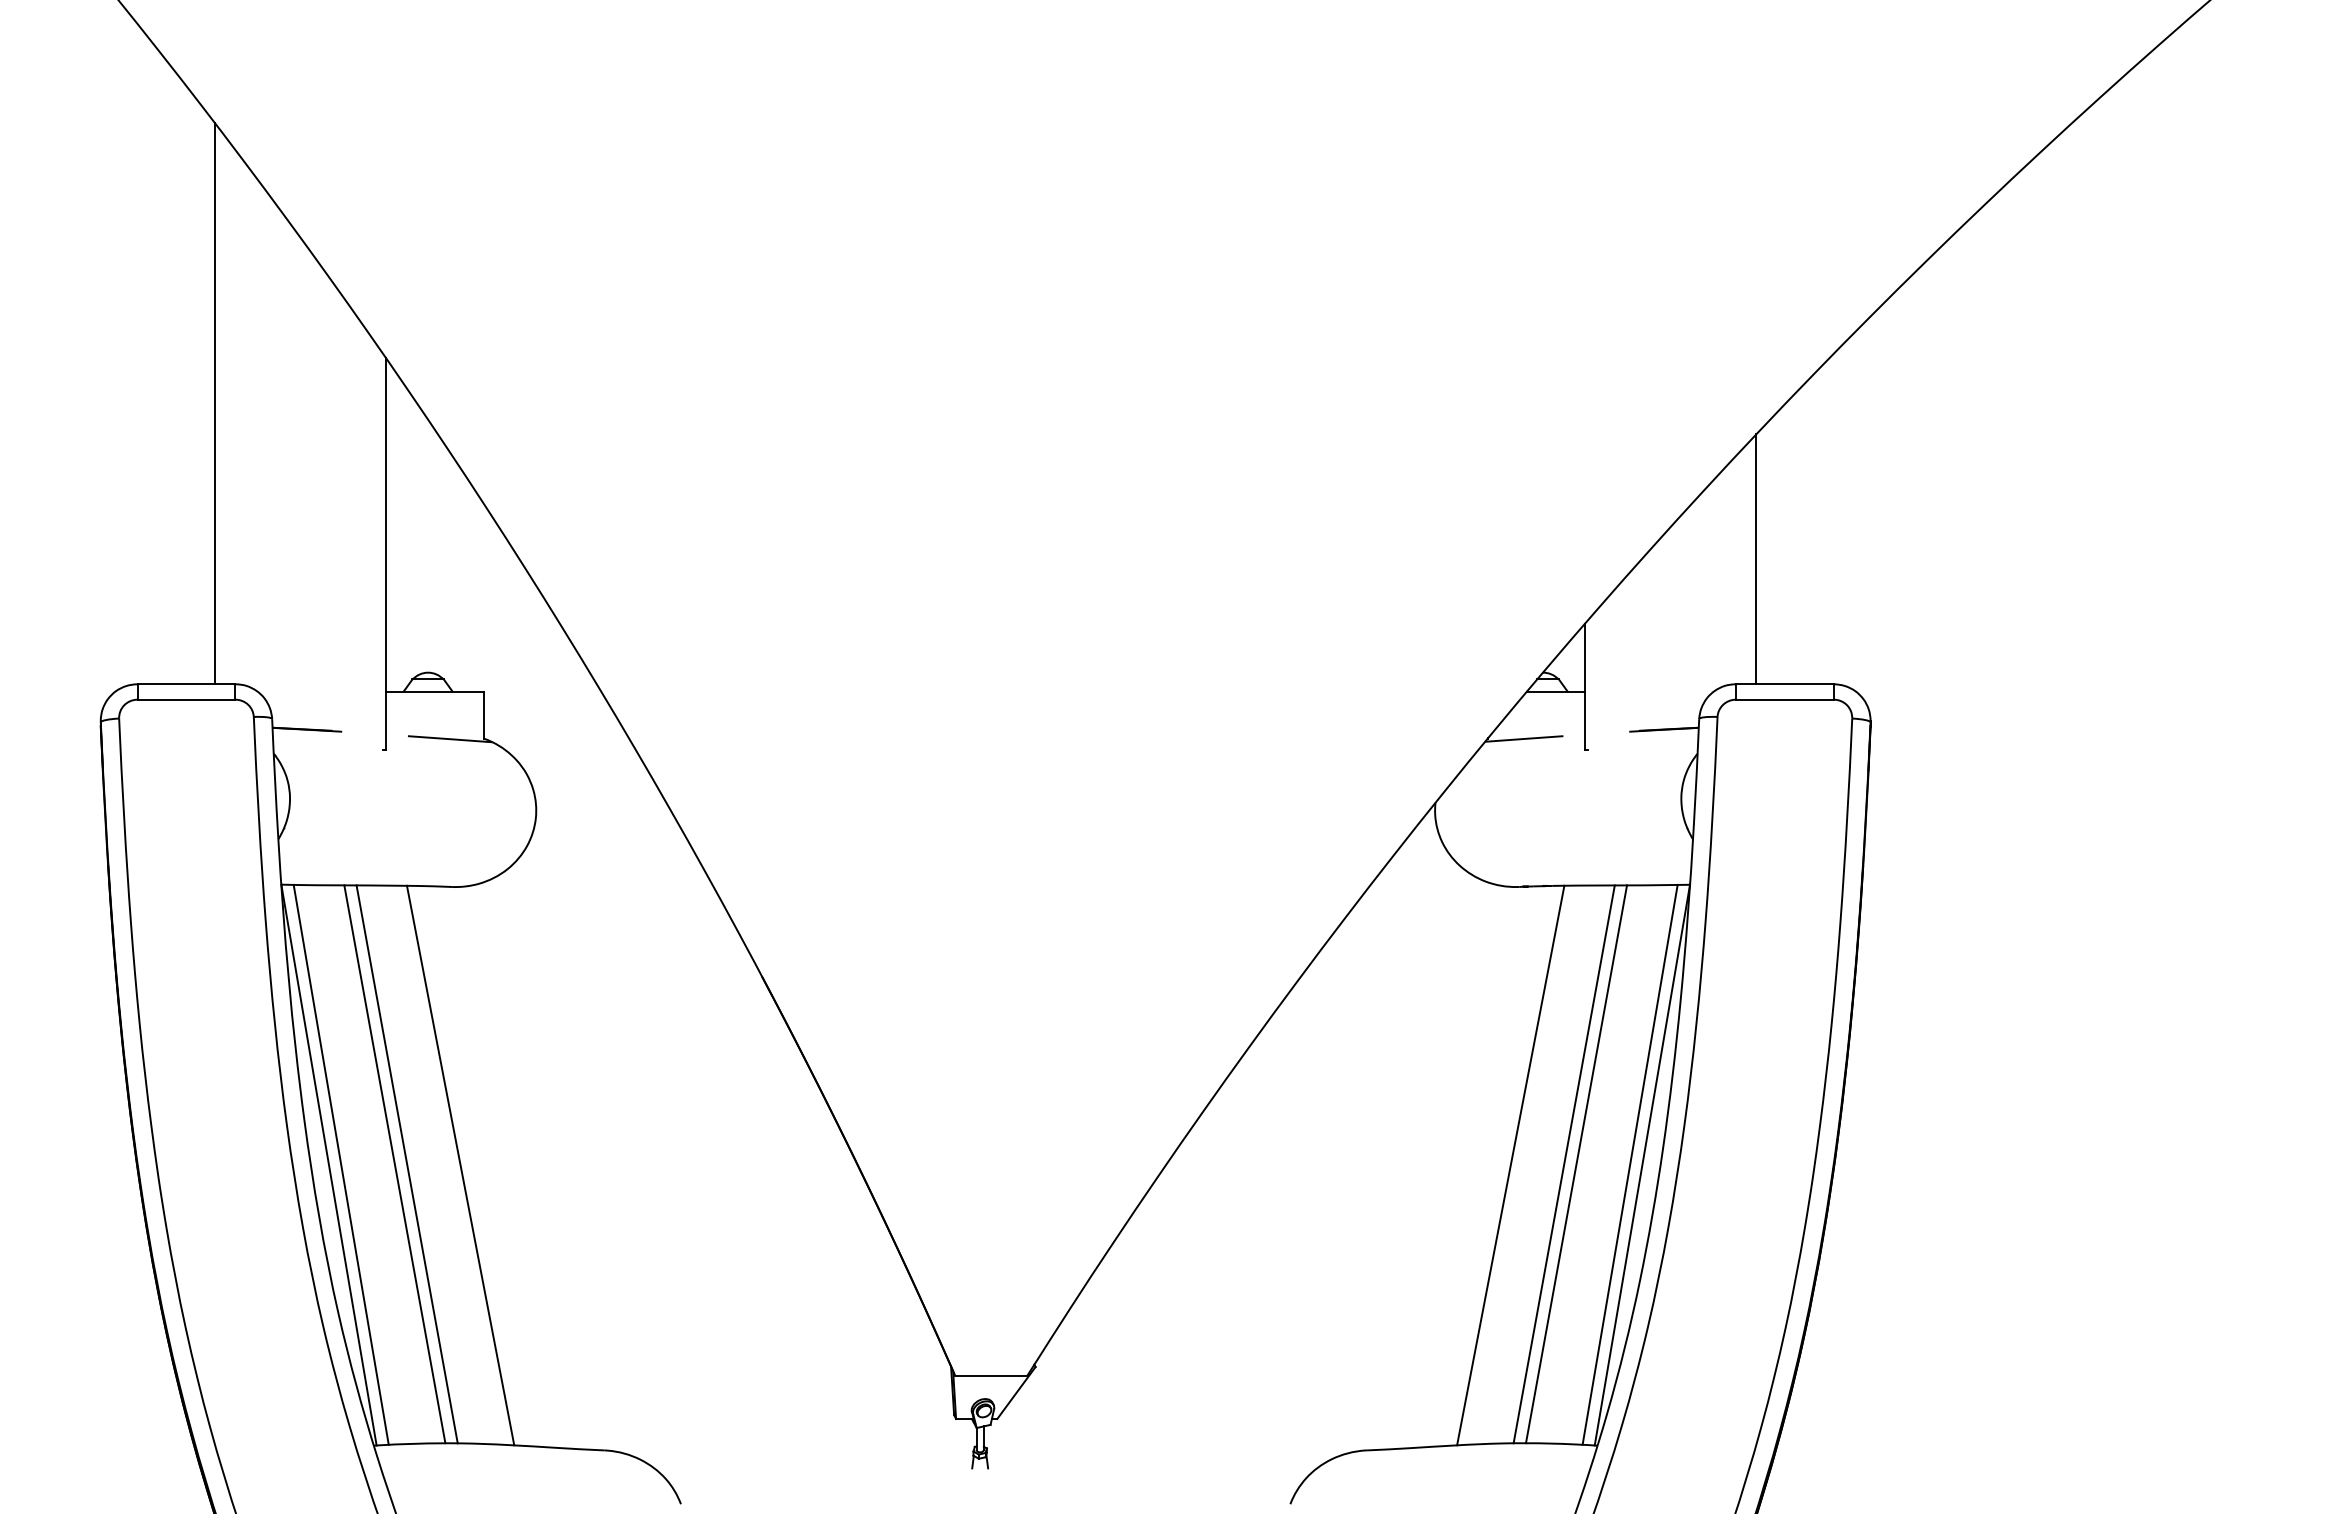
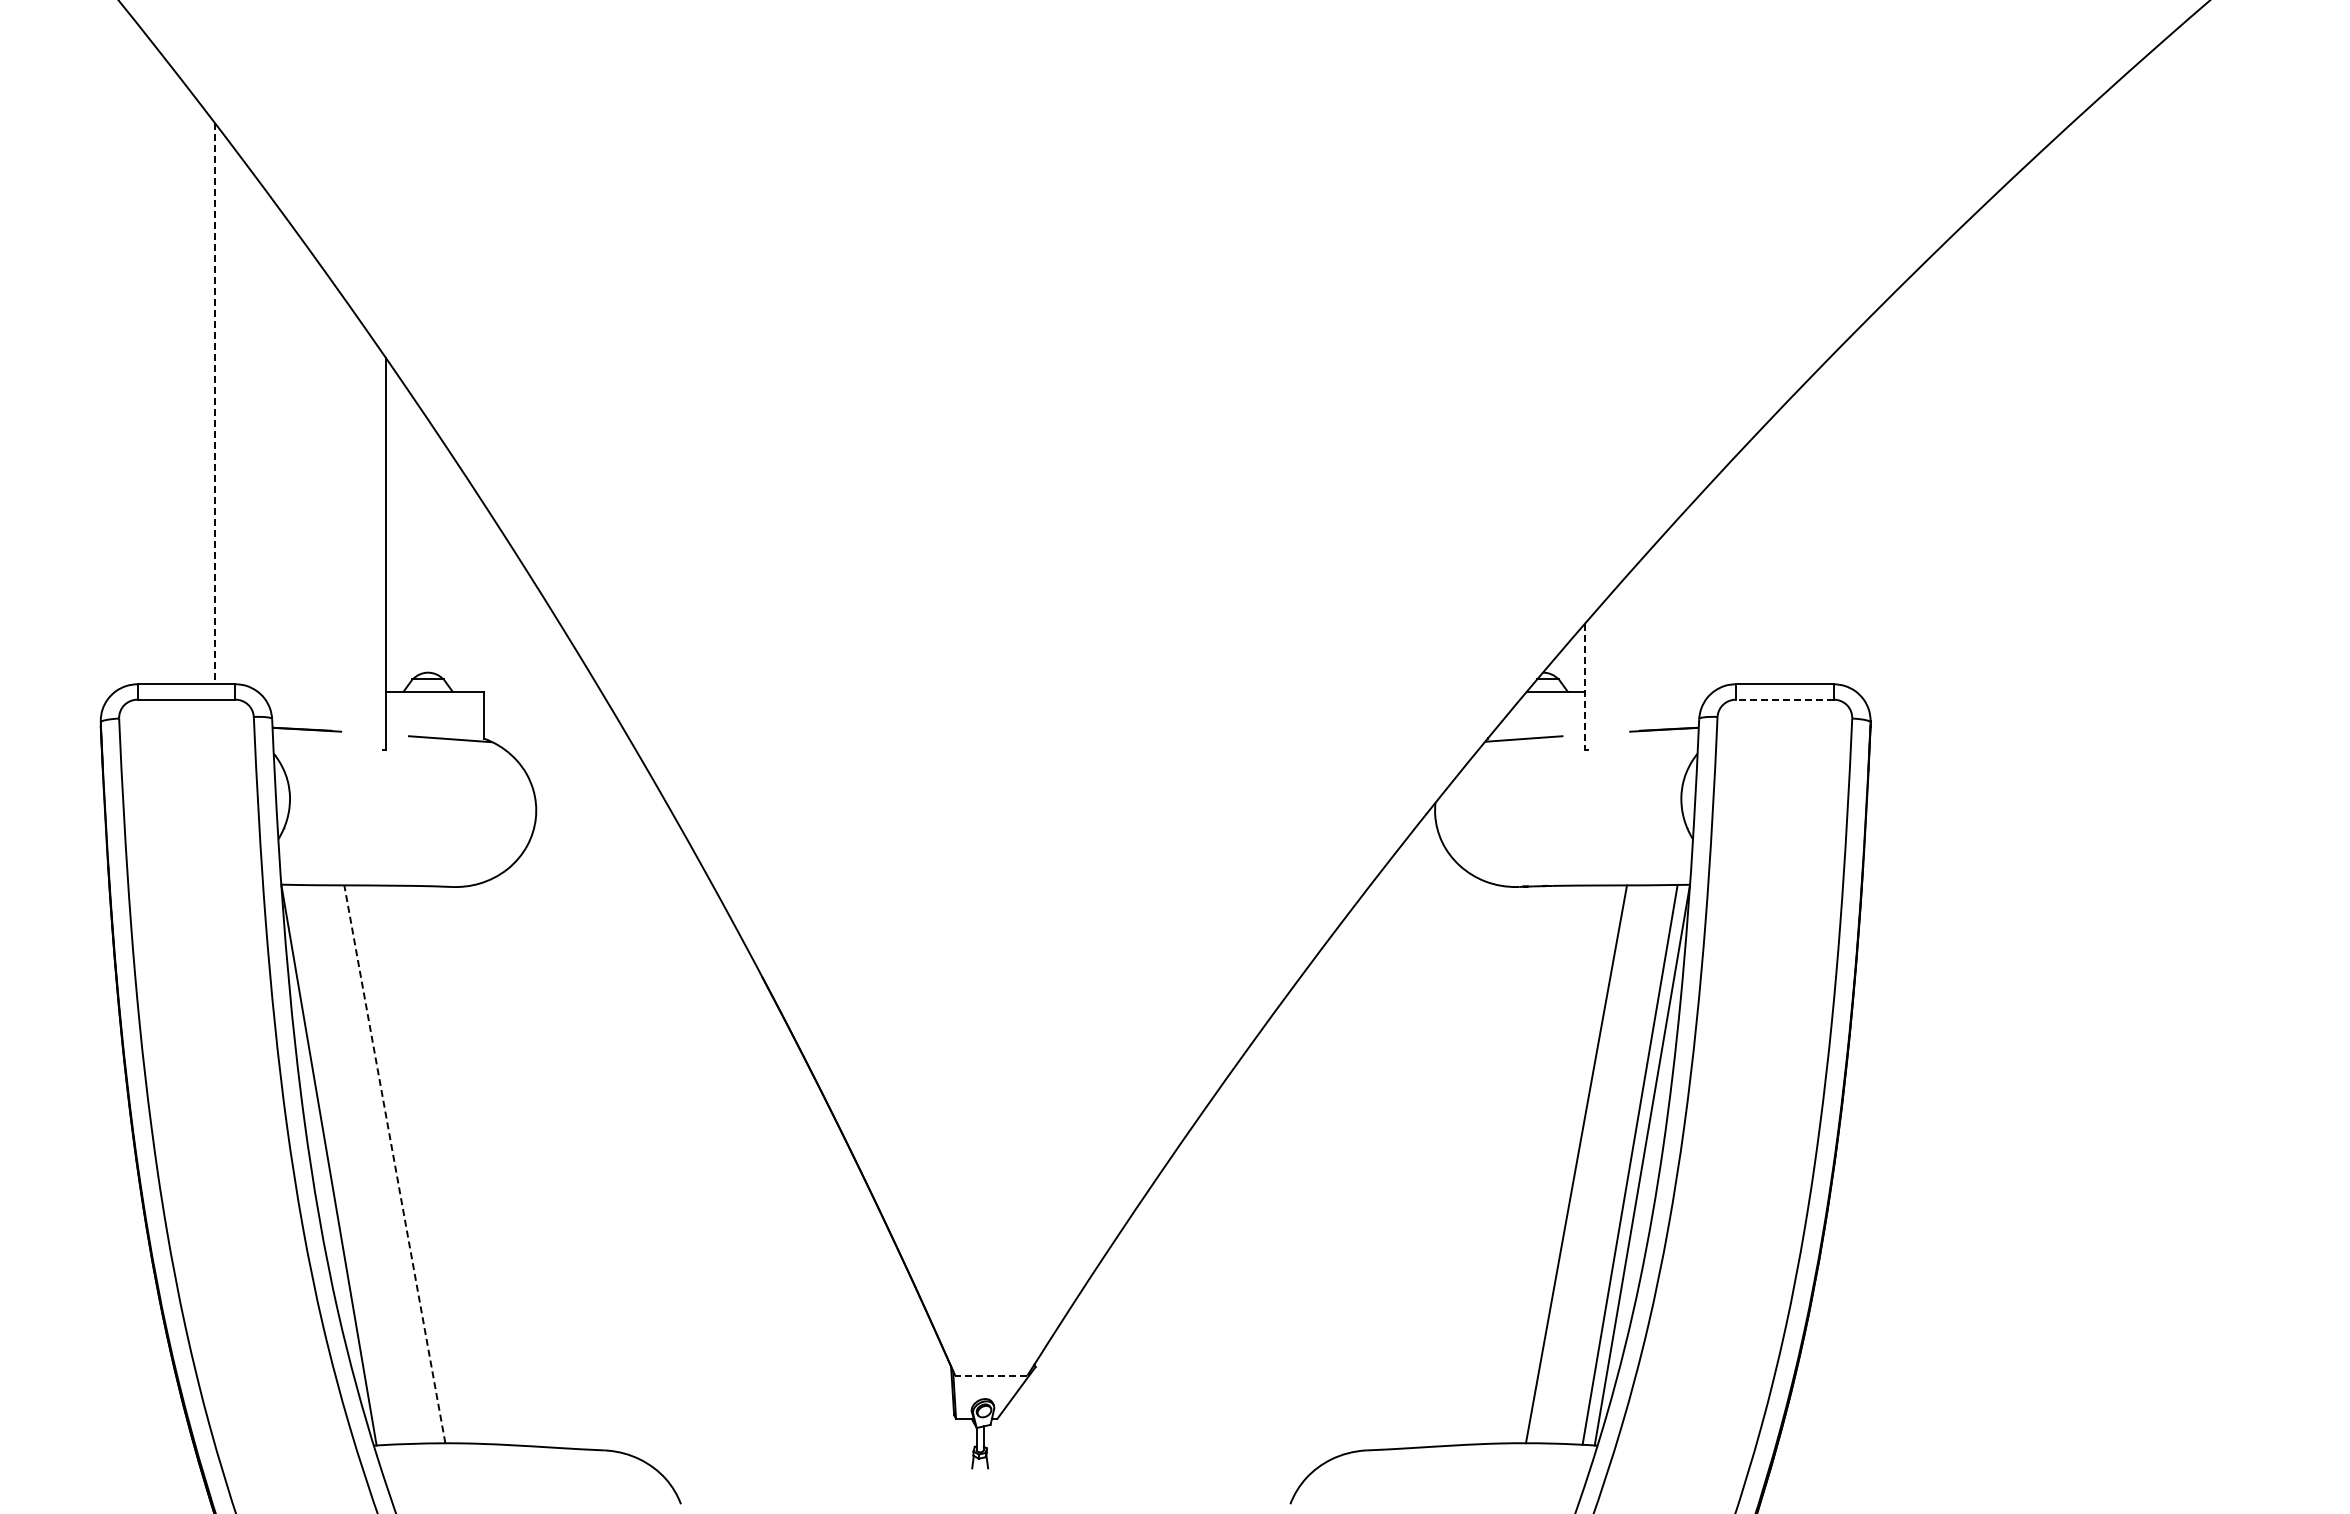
line at (215, 403): solid -> dashed
line at (1756, 559): present -> none
line at (1585, 687): solid -> dashed
line at (1784, 699): solid -> dashed
line at (394, 1163): solid -> dashed
line at (340, 1164): present -> none
line at (406, 1164): present -> none
line at (1563, 1164): present -> none
line at (460, 1165): present -> none
line at (1510, 1165): present -> none
line at (990, 1375): solid -> dashed
